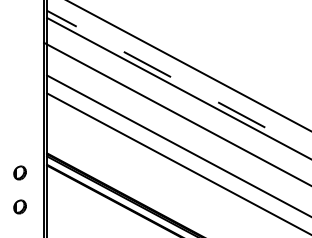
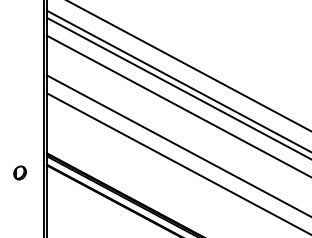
line at (179, 81): dashed -> solid
line at (176, 113) position: (176, 113) -> (177, 105)
part at (19, 206): present -> none
